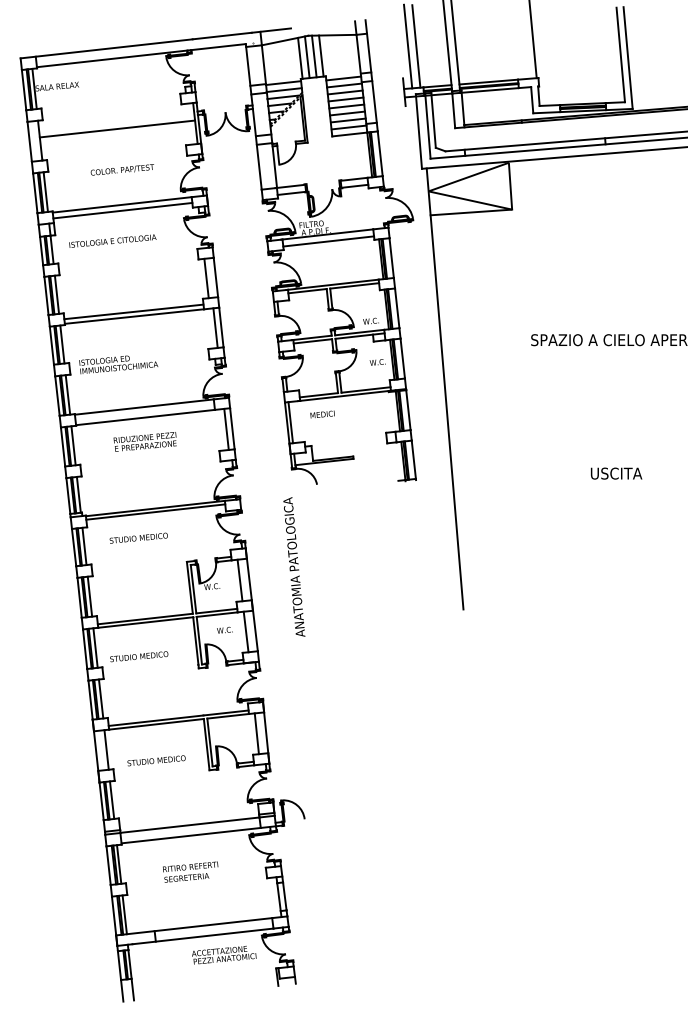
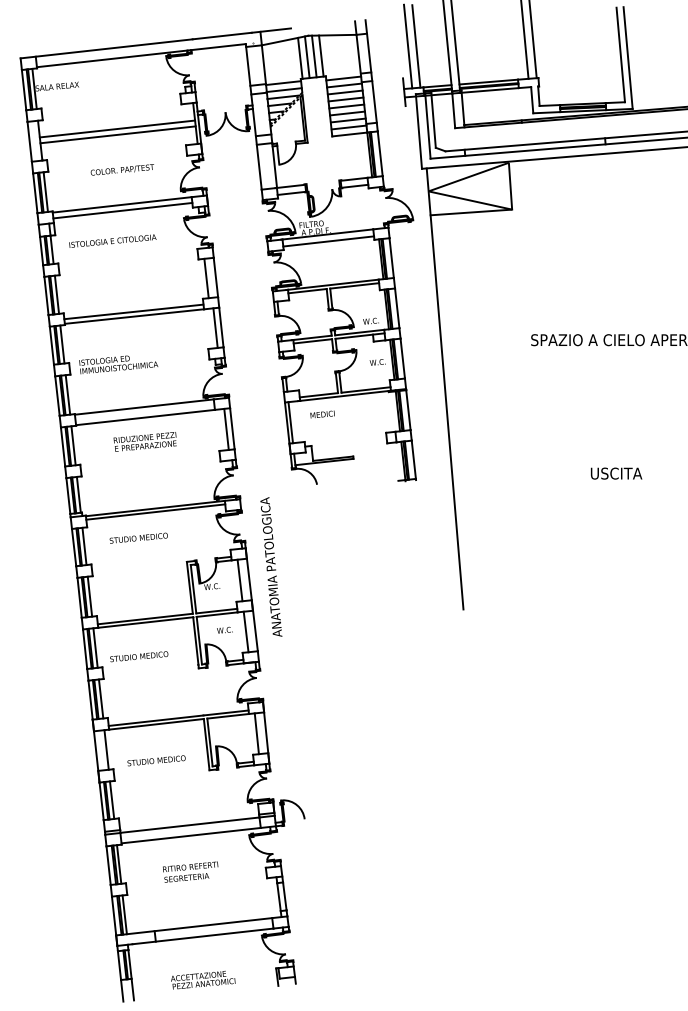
line at (524, 40): none -> present
line at (117, 134): none -> present
text at (294, 566) position: (294, 566) -> (271, 566)
text at (224, 954) position: (224, 954) -> (203, 979)
